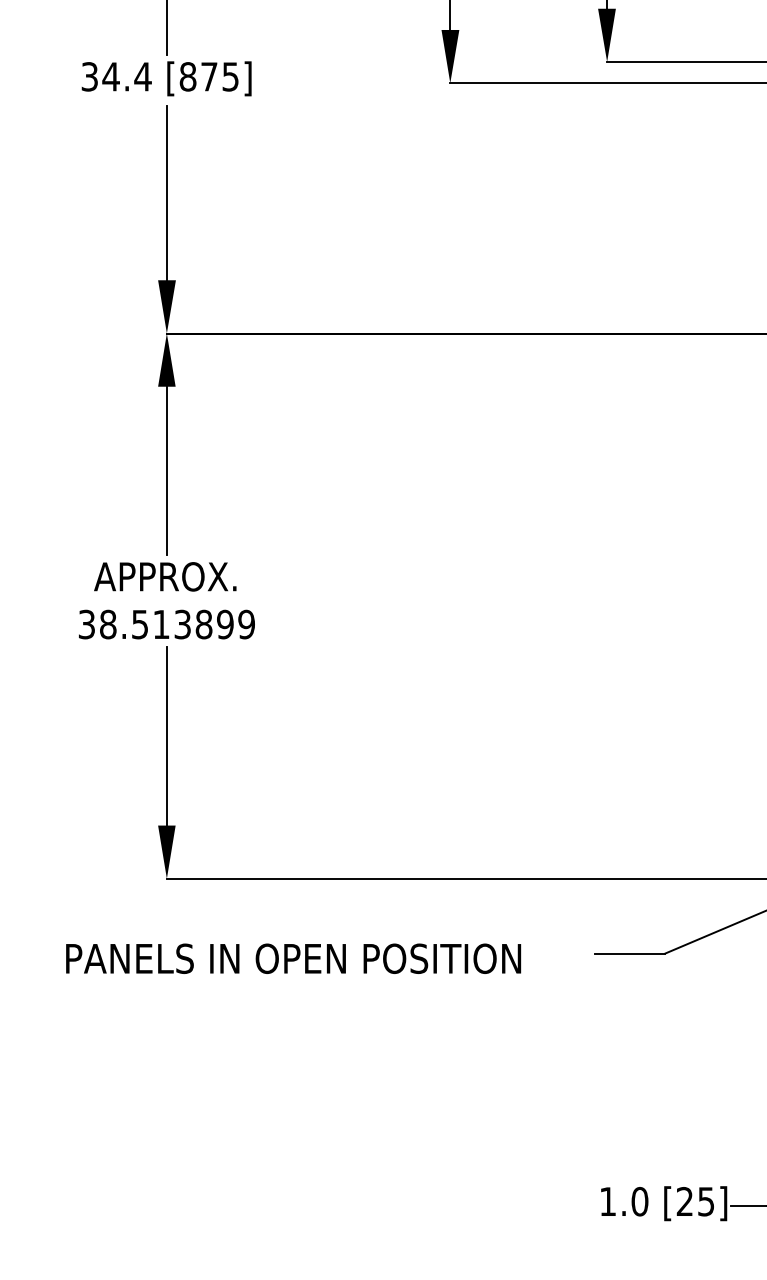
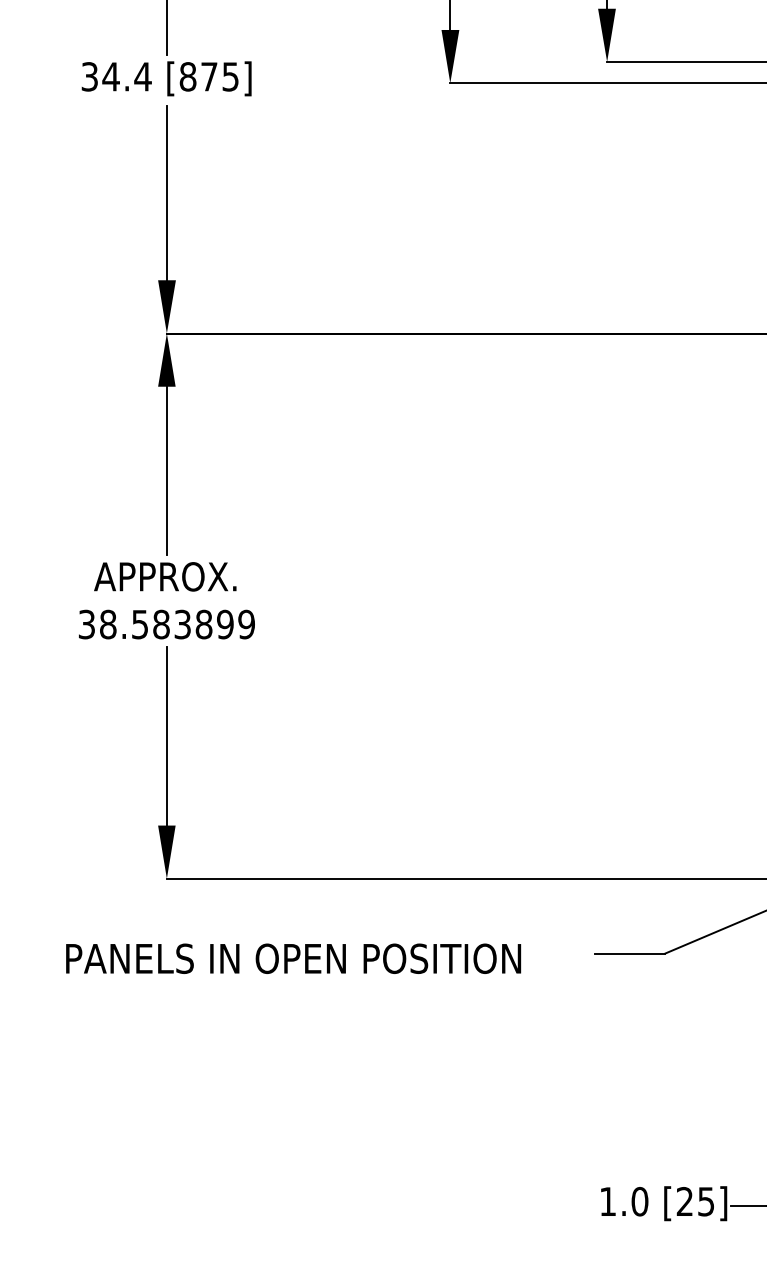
text at (161, 624): 38.513899 -> 38.583899
